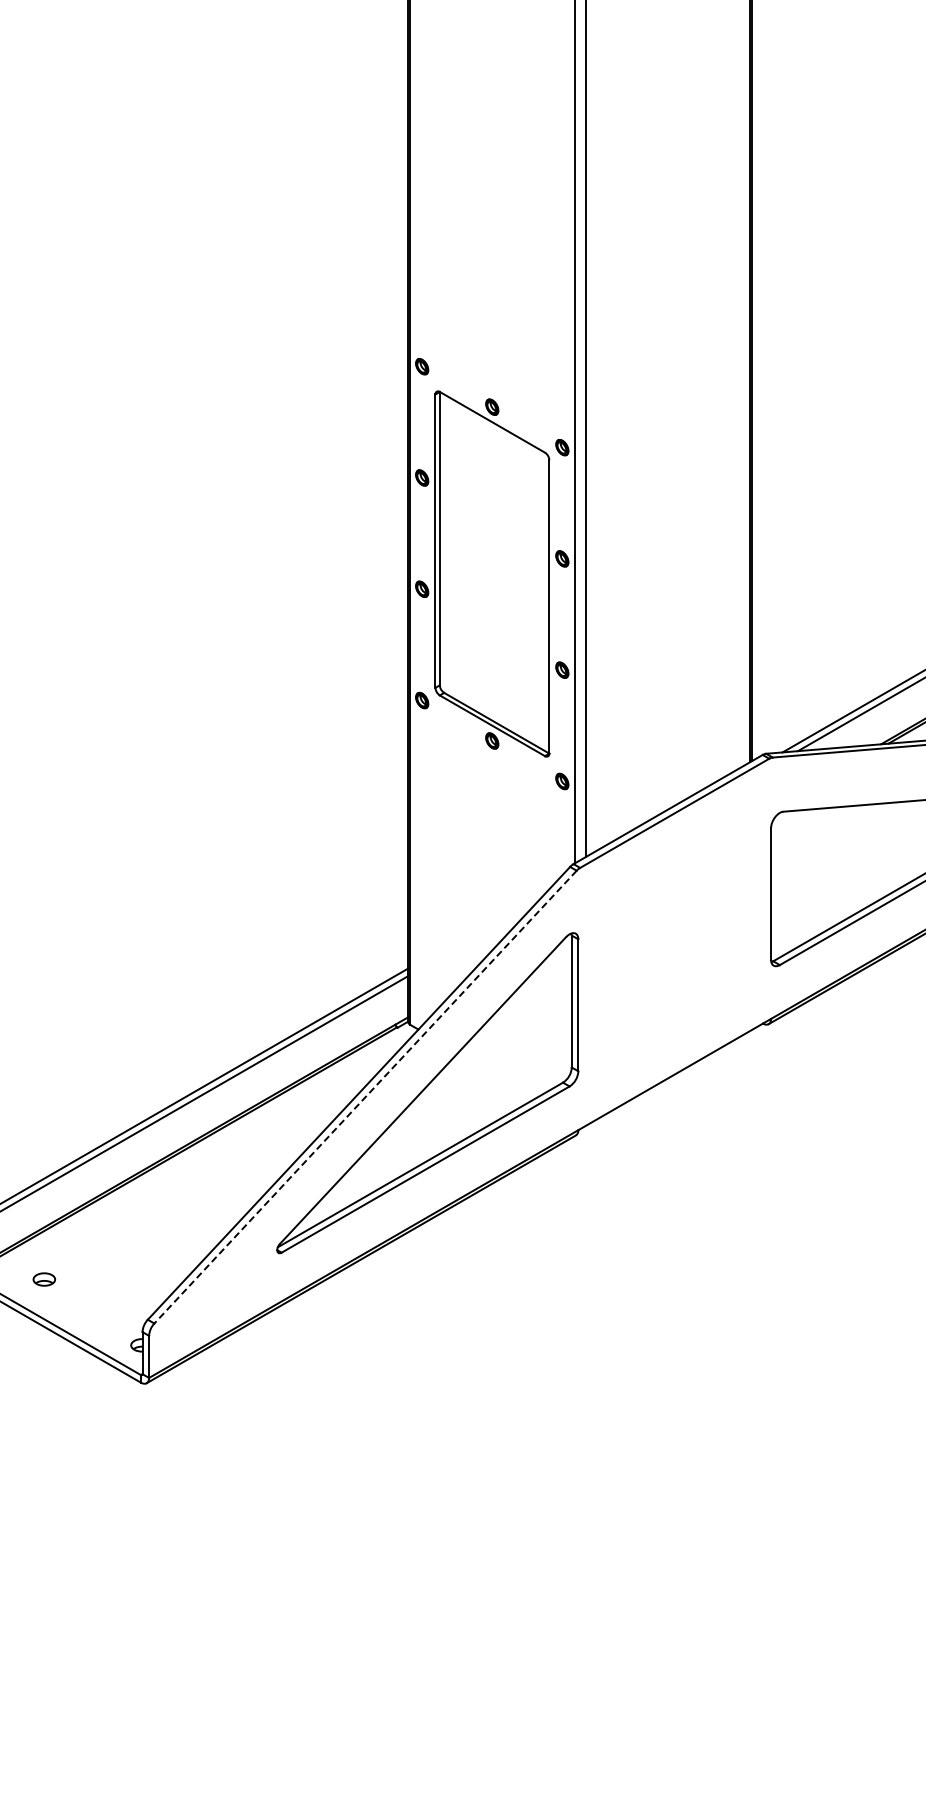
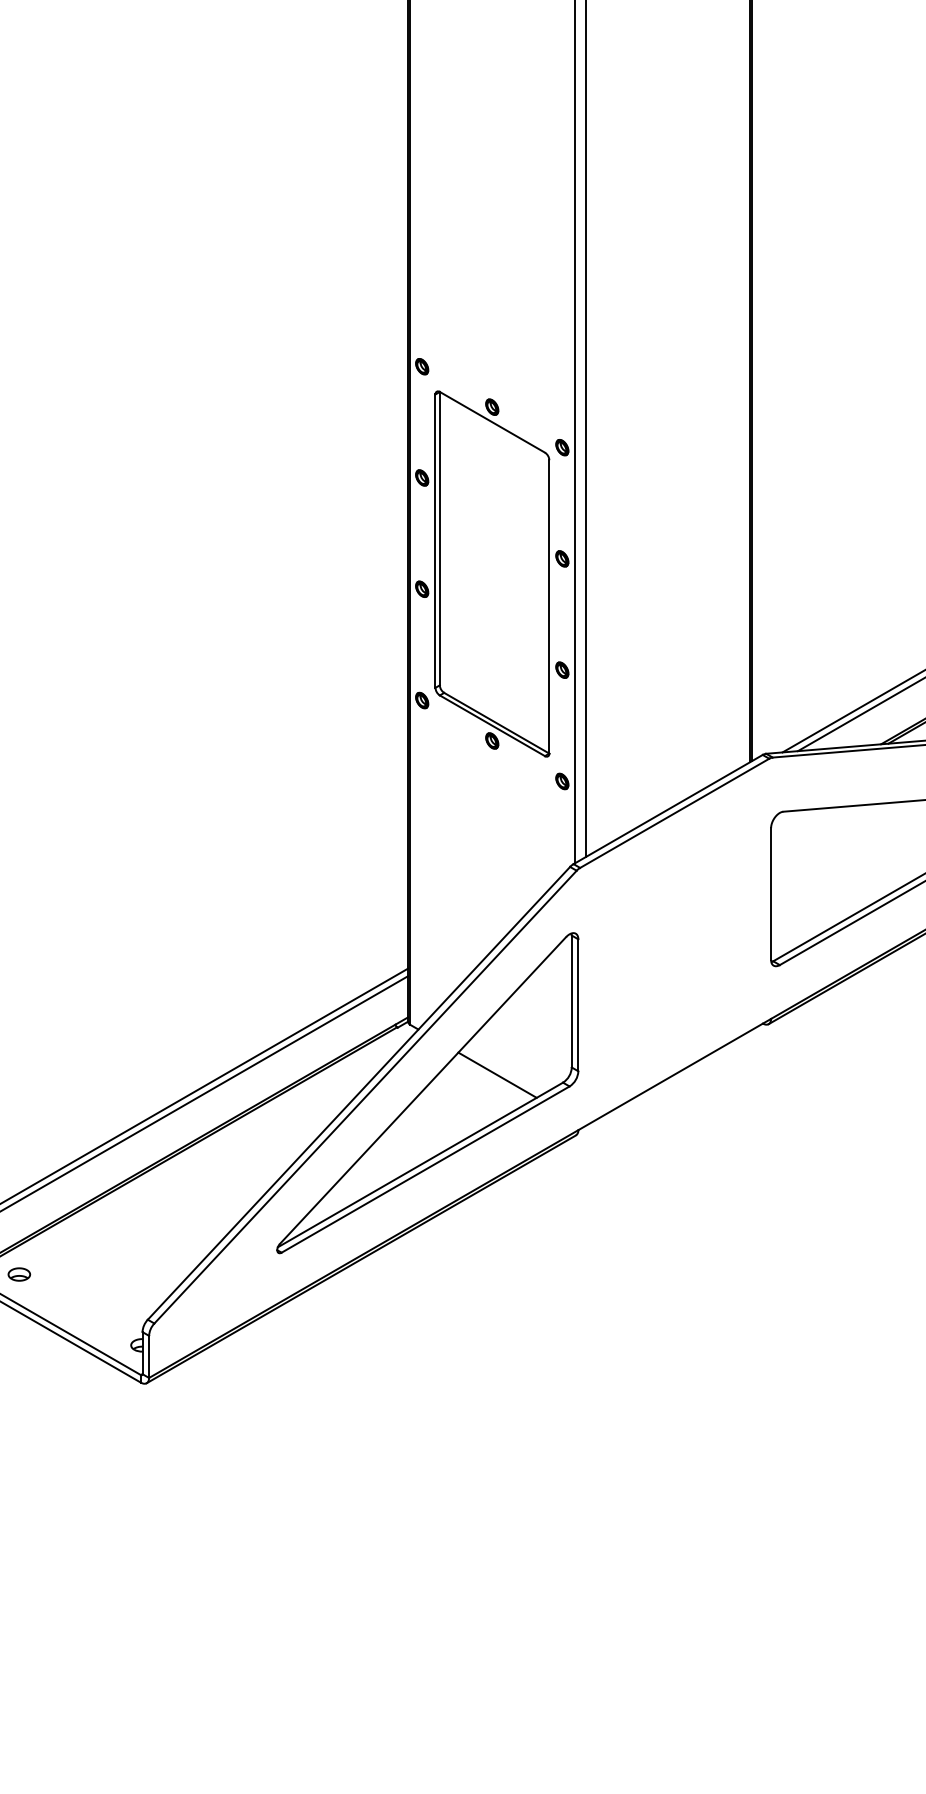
line at (497, 1074): none -> present
line at (365, 1097): dashed -> solid
part at (44, 1279) position: (44, 1279) -> (19, 1274)
